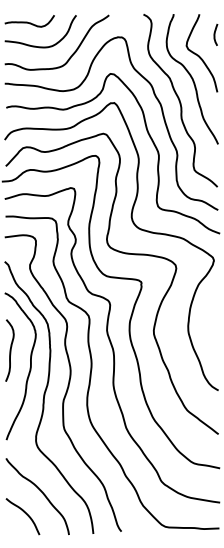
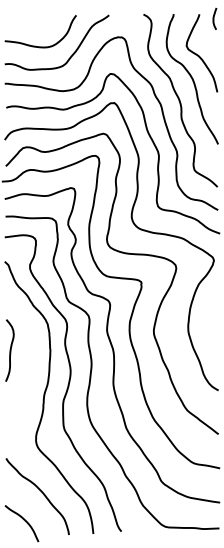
curve at (29, 22): present -> none
curve at (215, 34) position: (215, 34) -> (214, 18)
curve at (29, 367): present -> none
curve at (24, 513) position: (24, 513) -> (23, 520)
